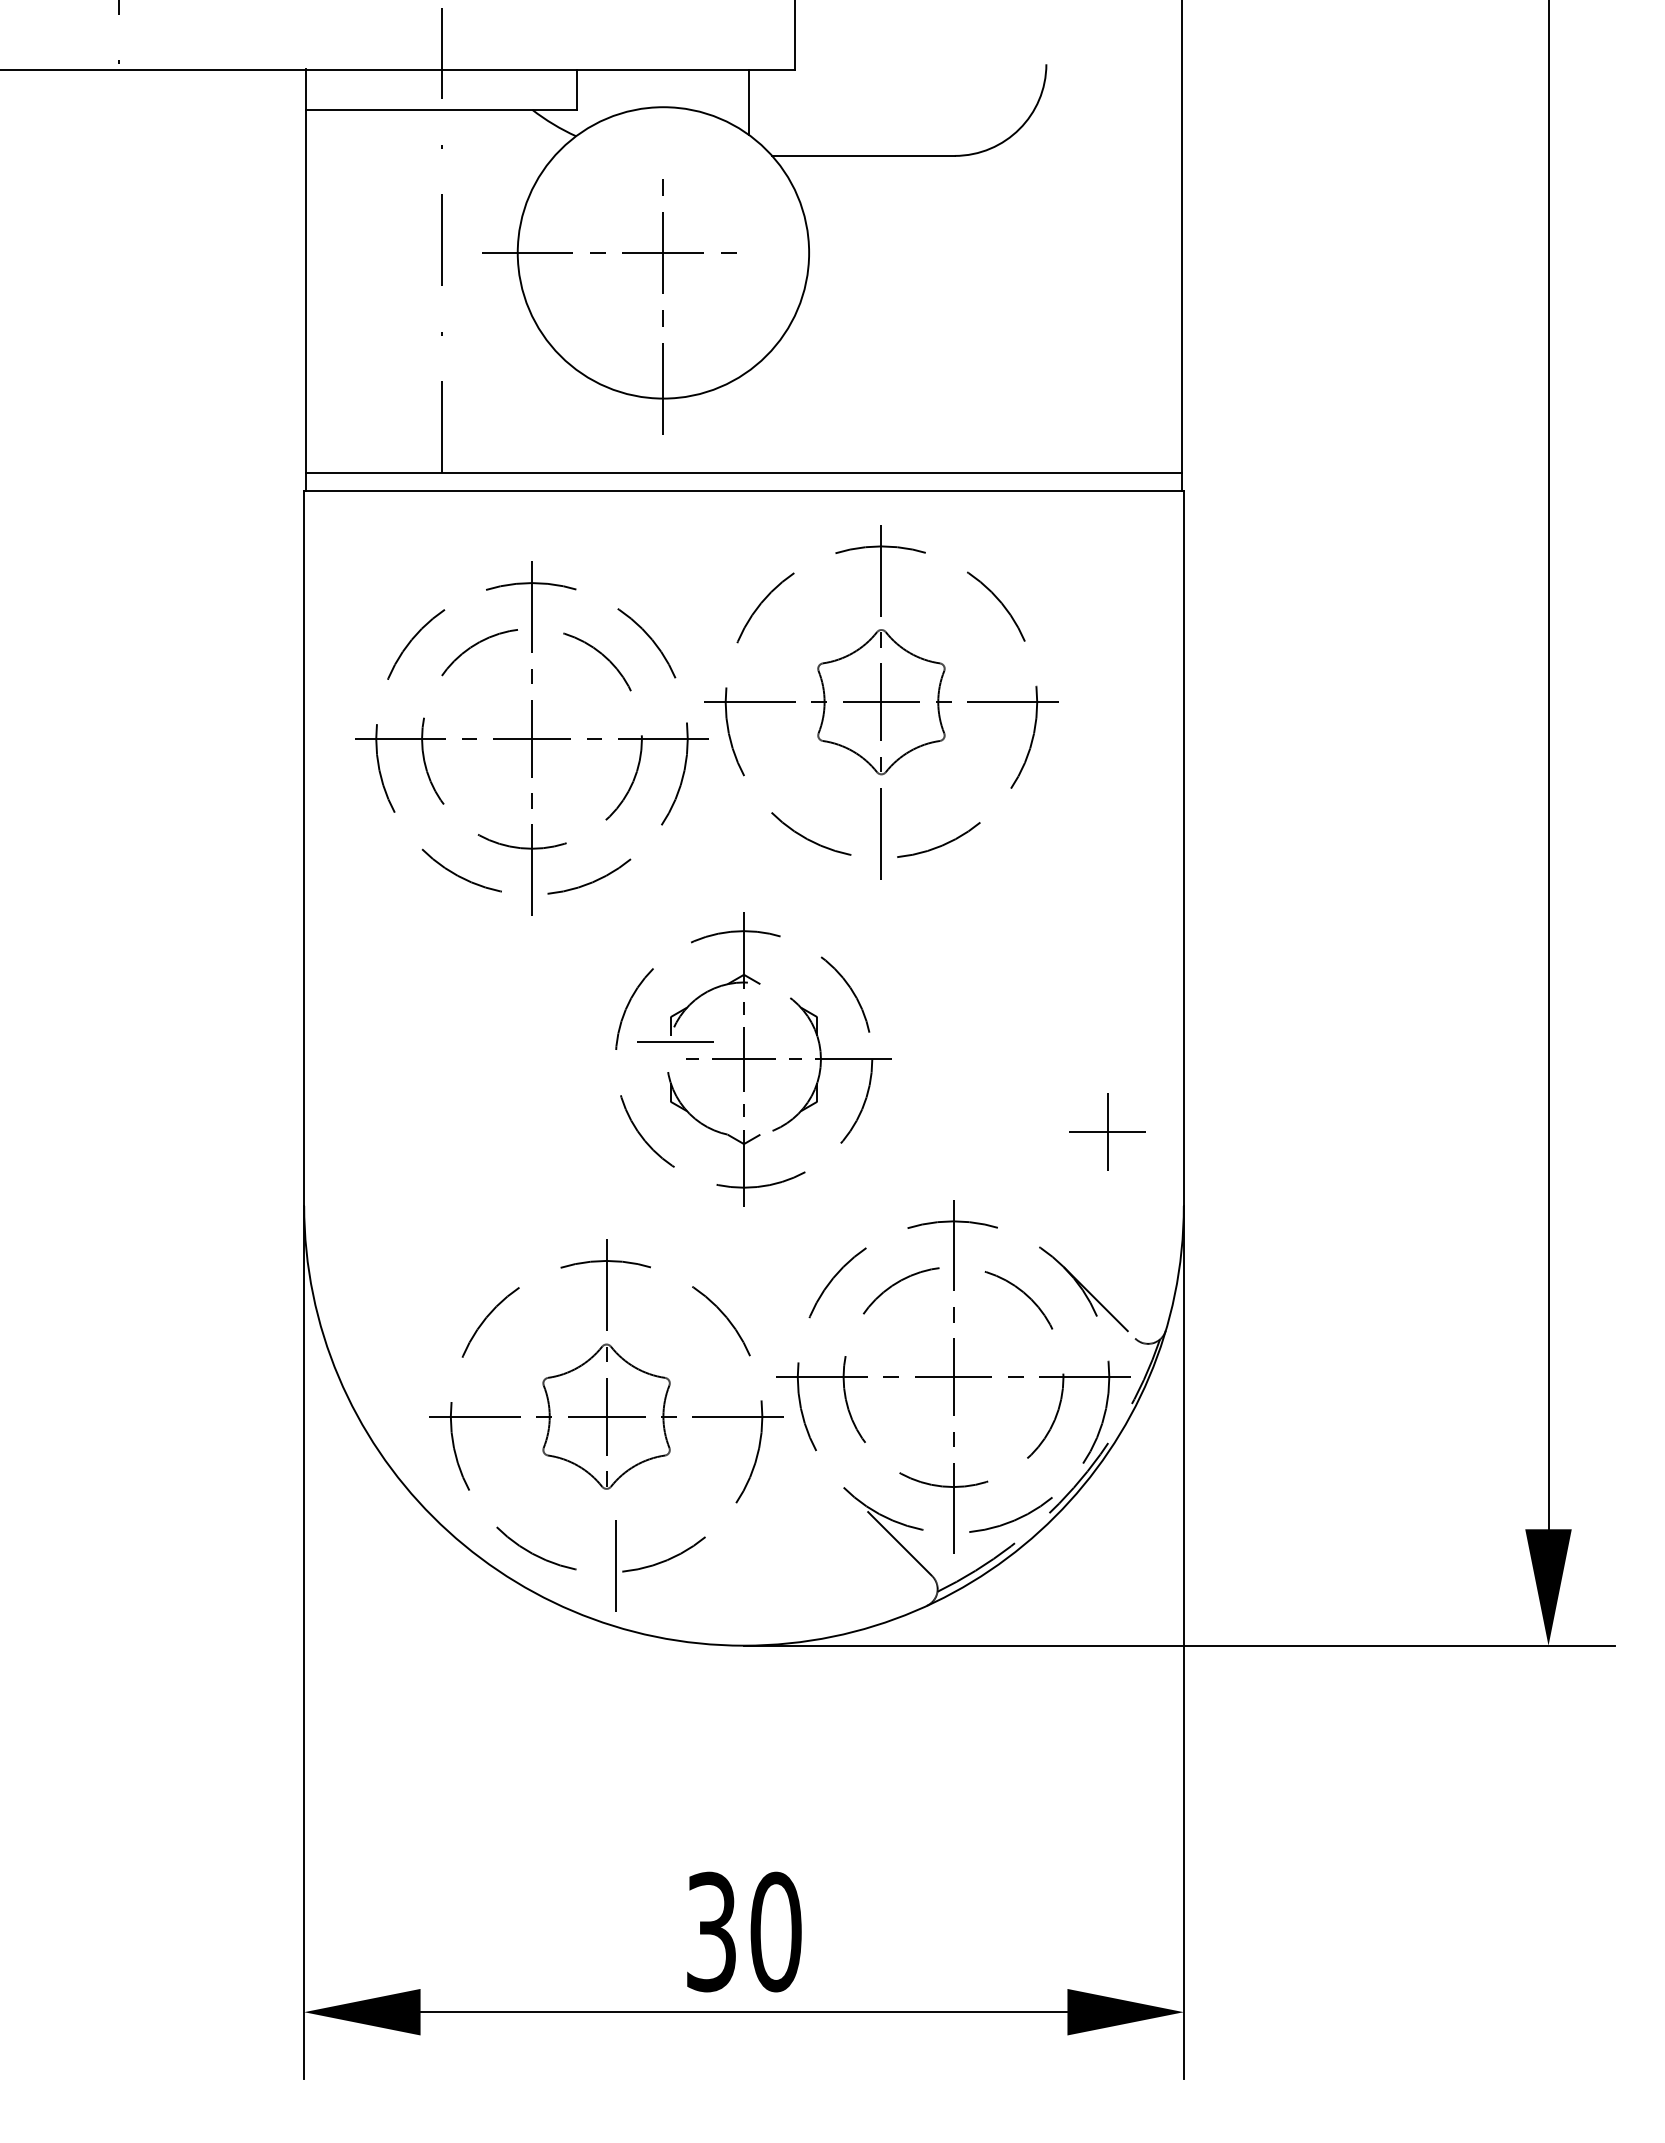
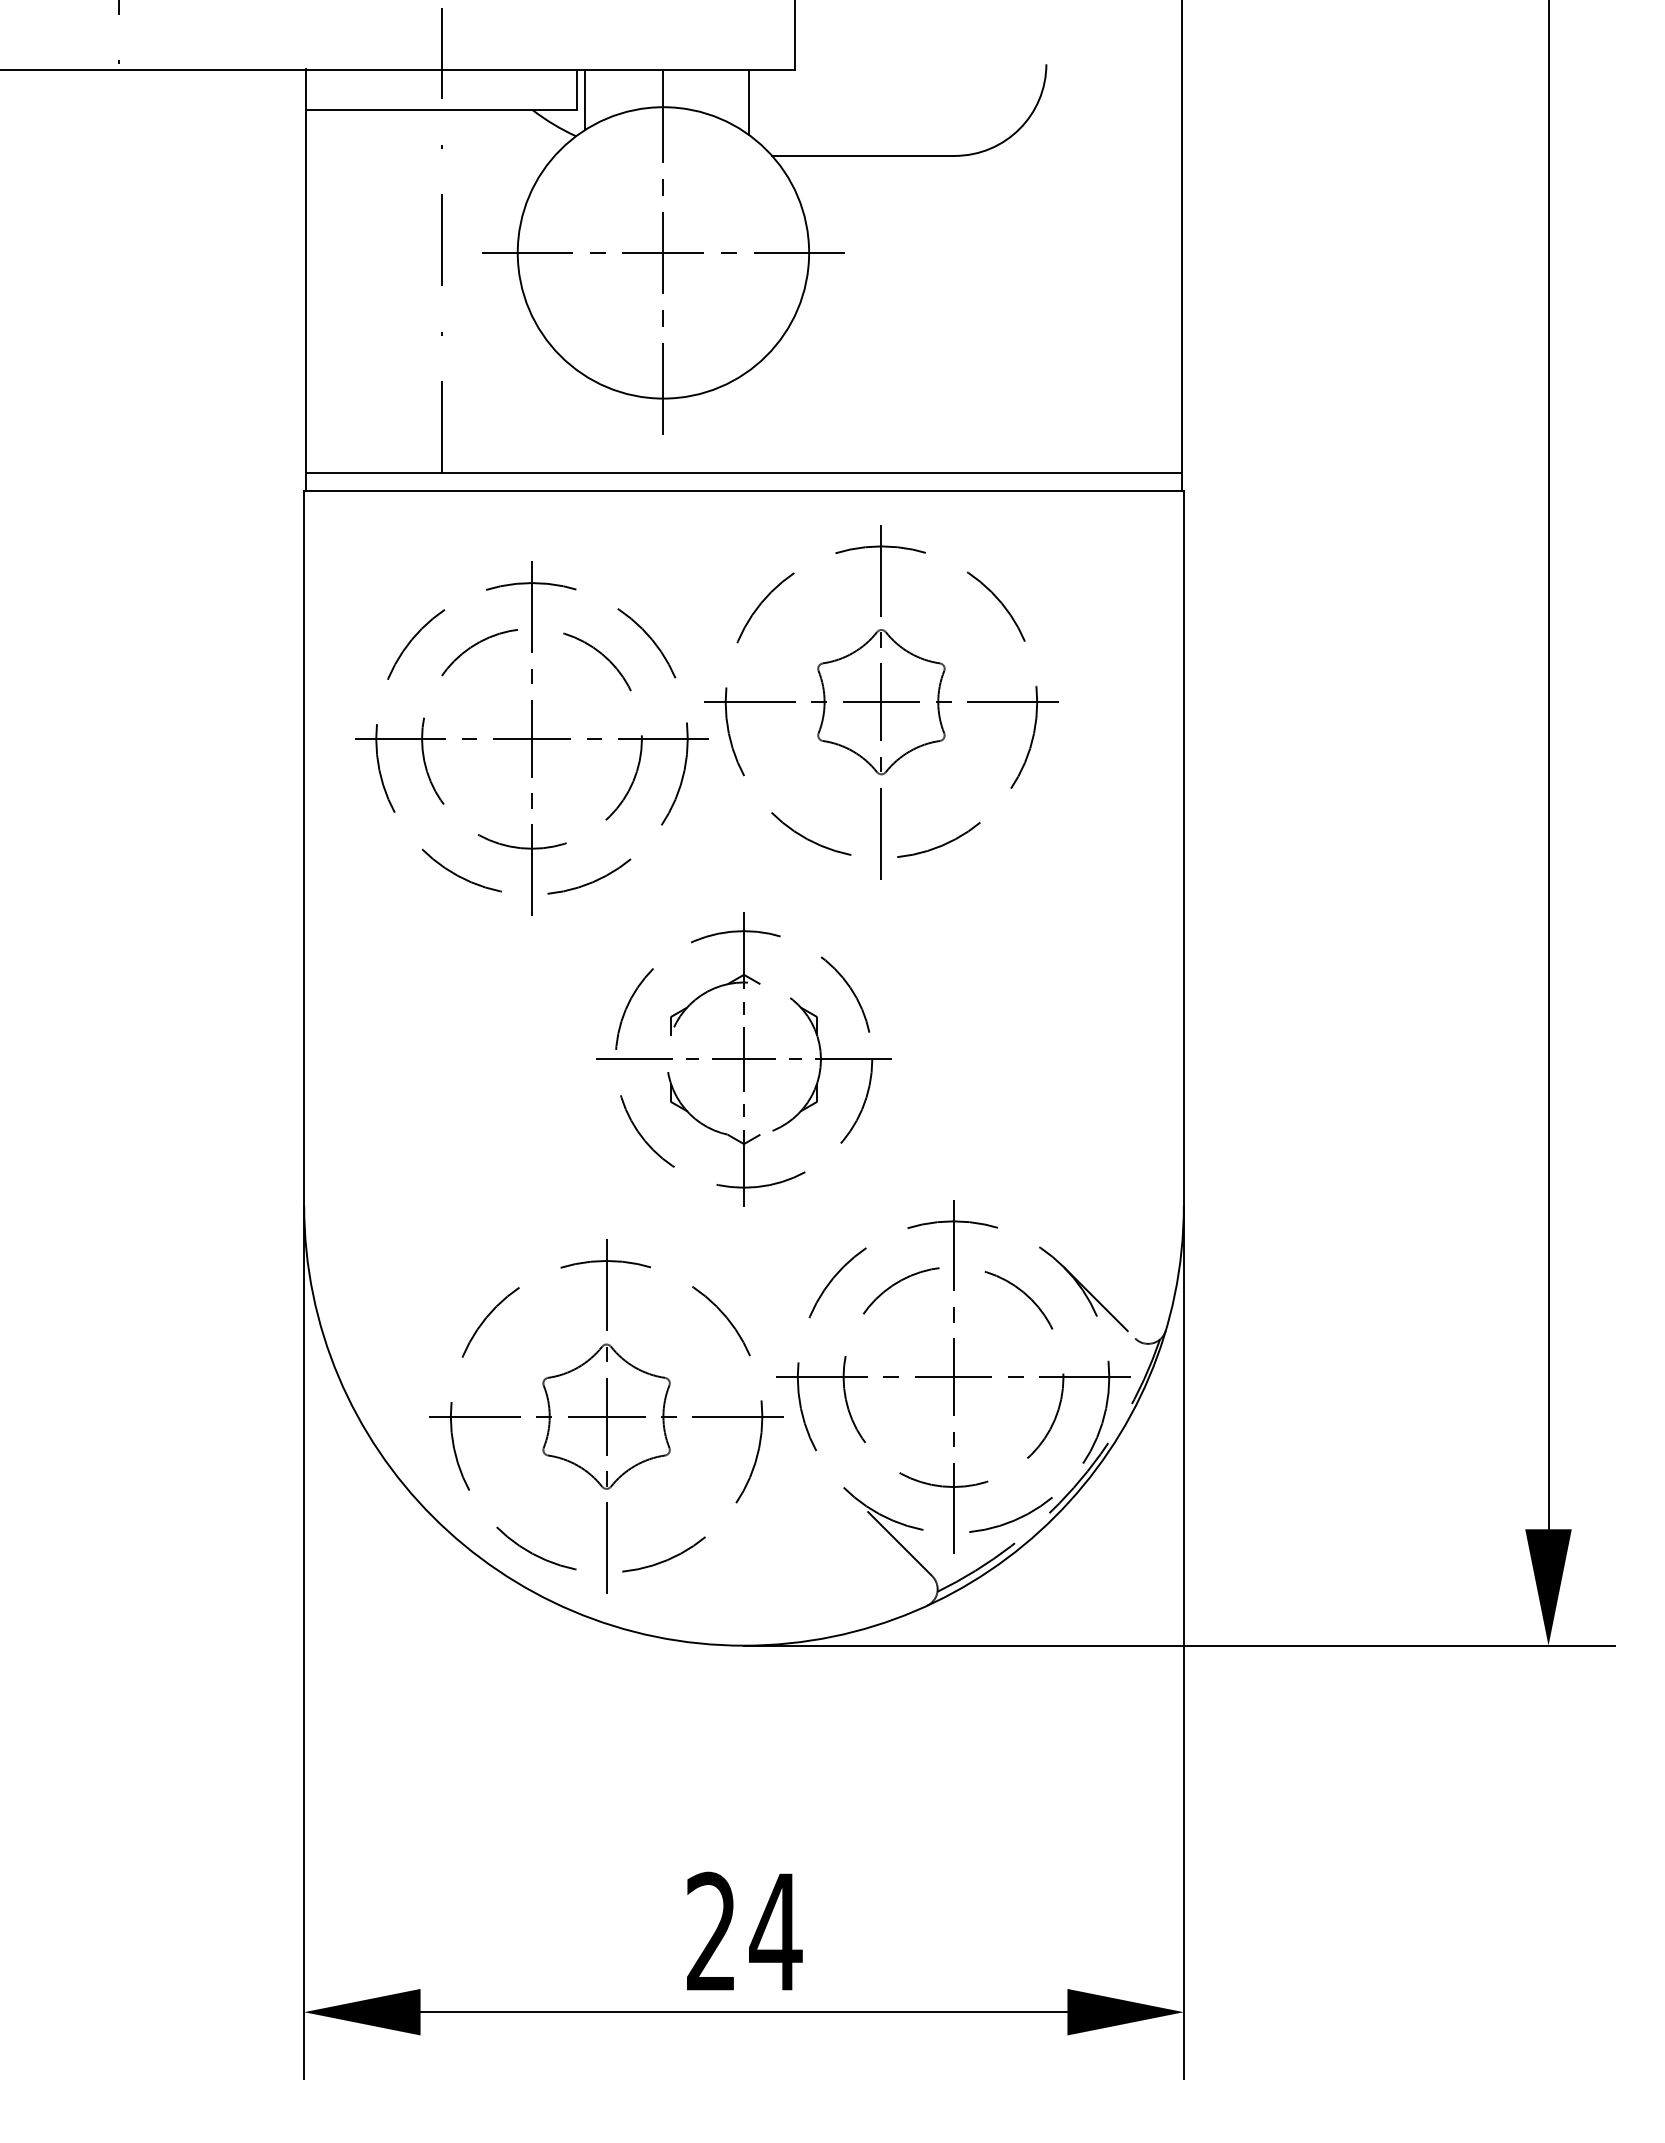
line at (584, 99): none -> present
line at (663, 113): none -> present
line at (802, 252): none -> present
line at (675, 1041) position: (675, 1041) -> (634, 1058)
part at (1107, 1131): present -> none
line at (615, 1565) position: (615, 1565) -> (606, 1547)
text at (744, 1931): 30 -> 24
